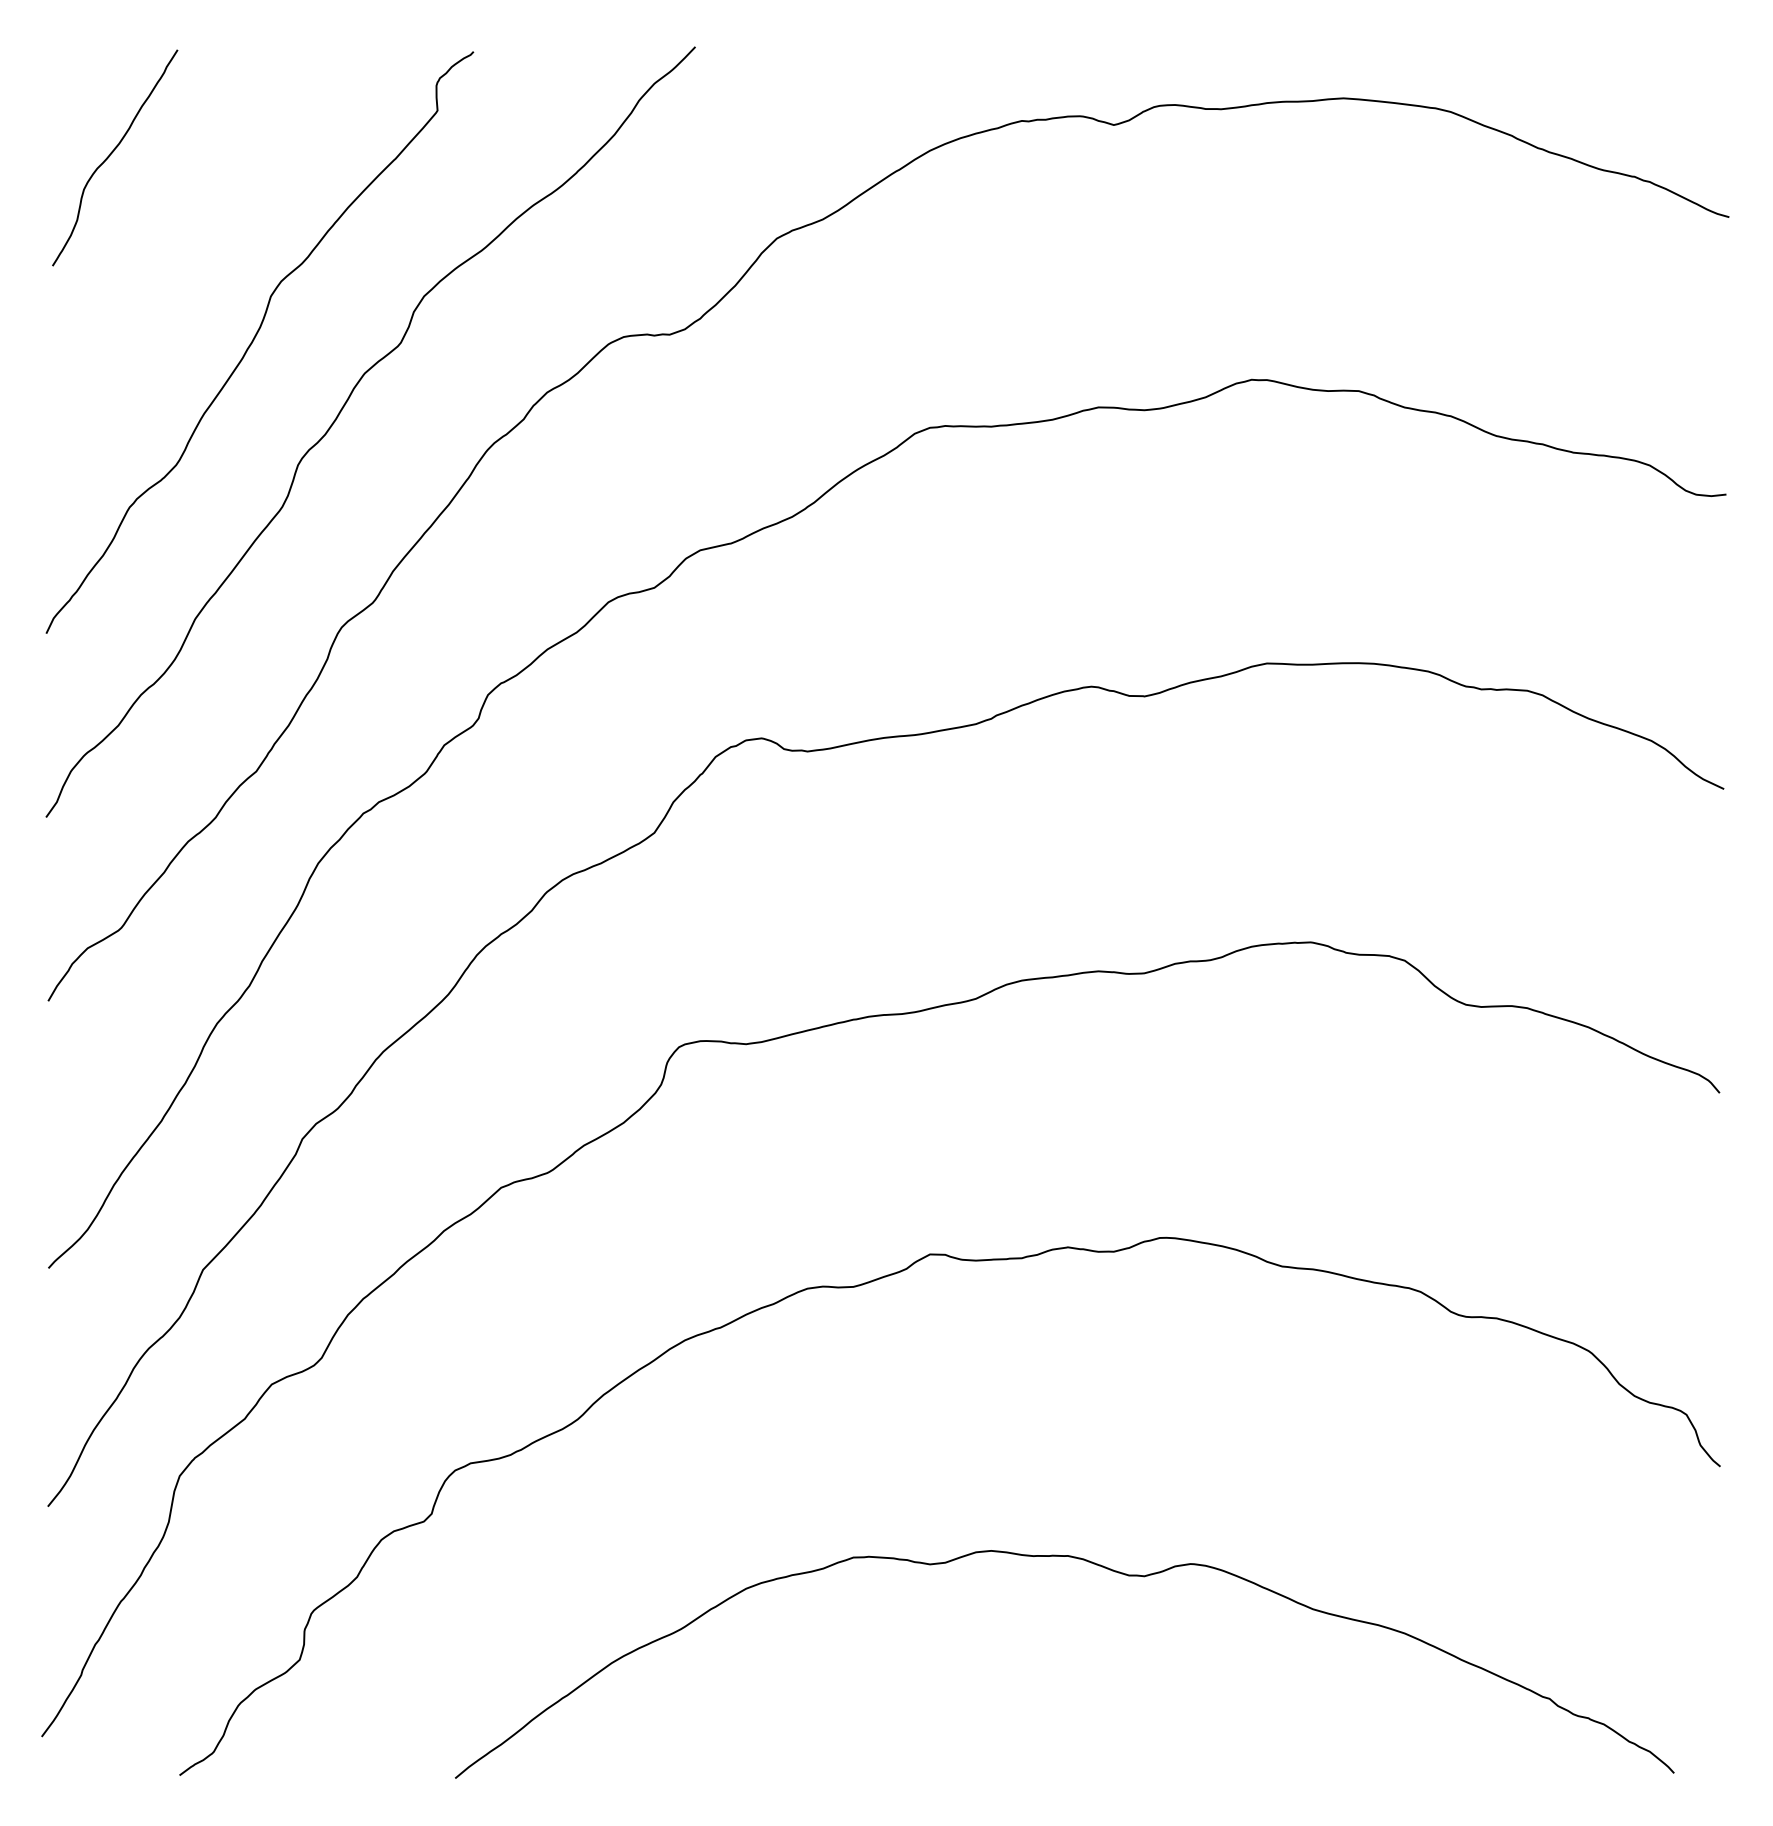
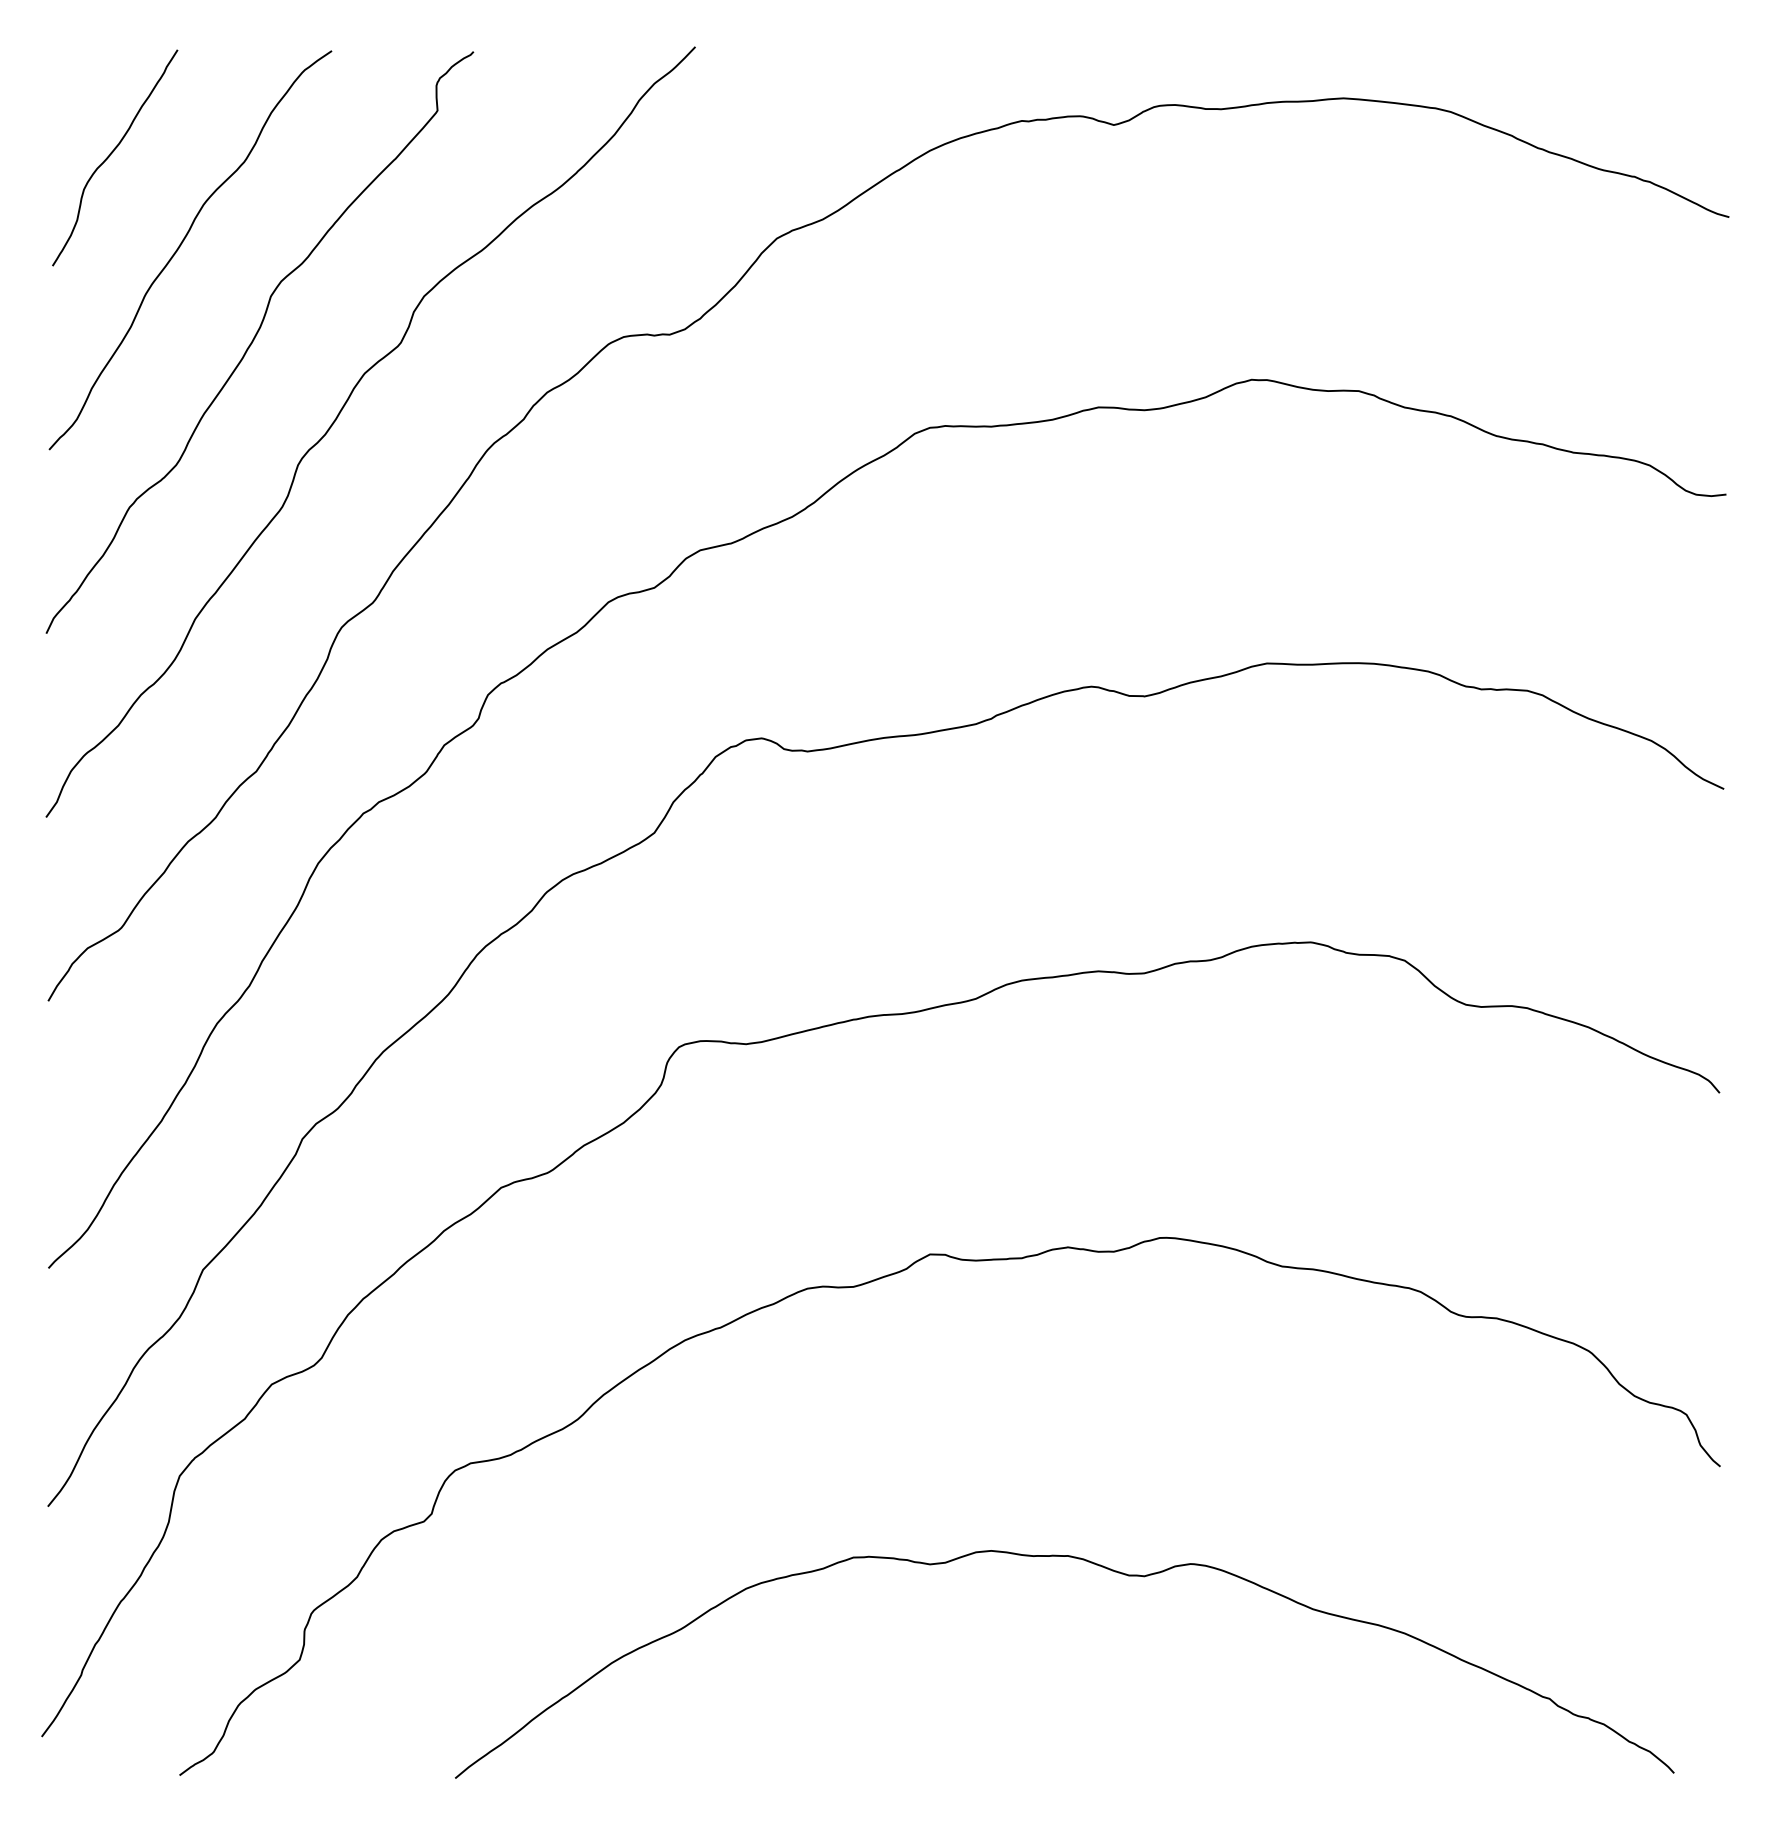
curve at (181, 245): none -> present
